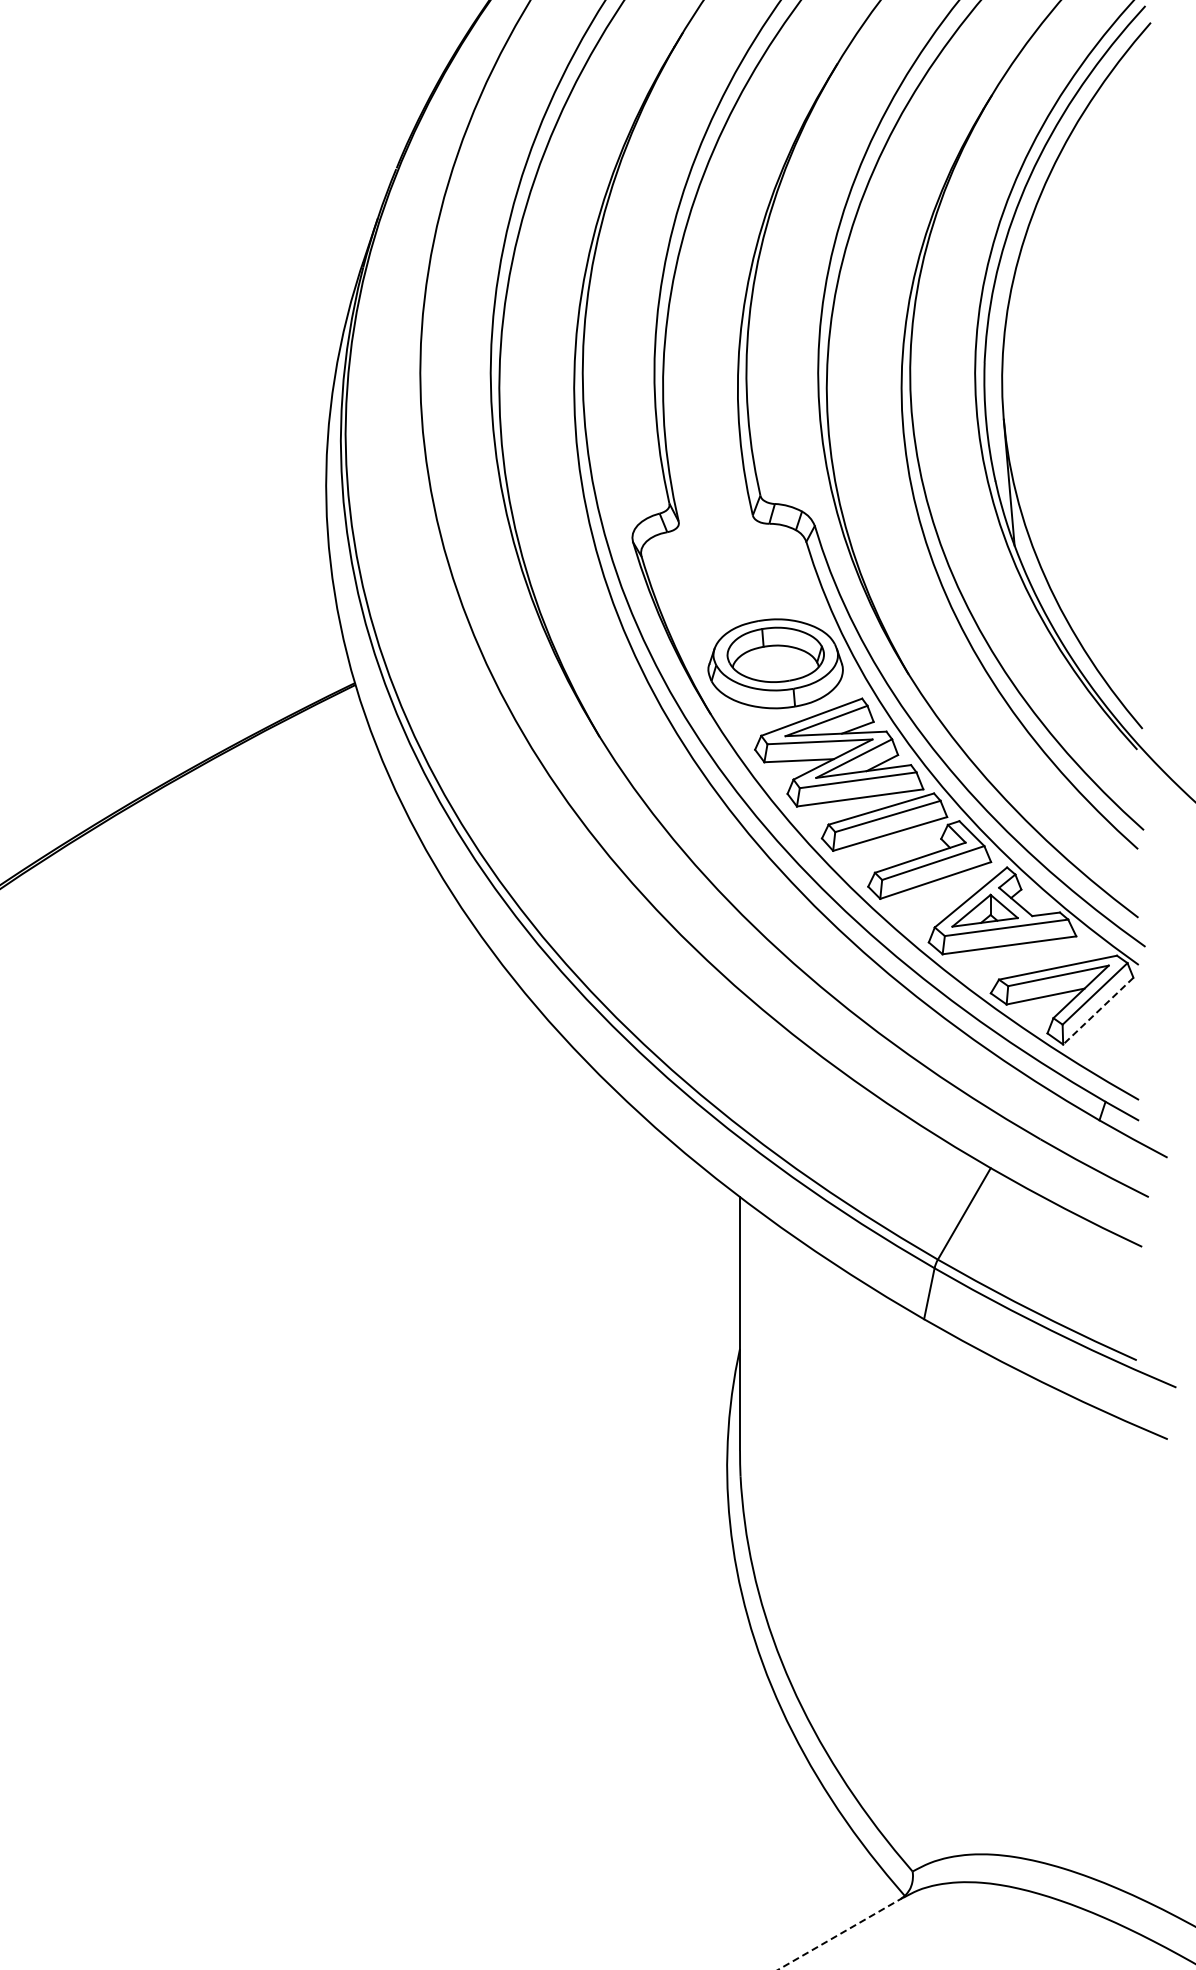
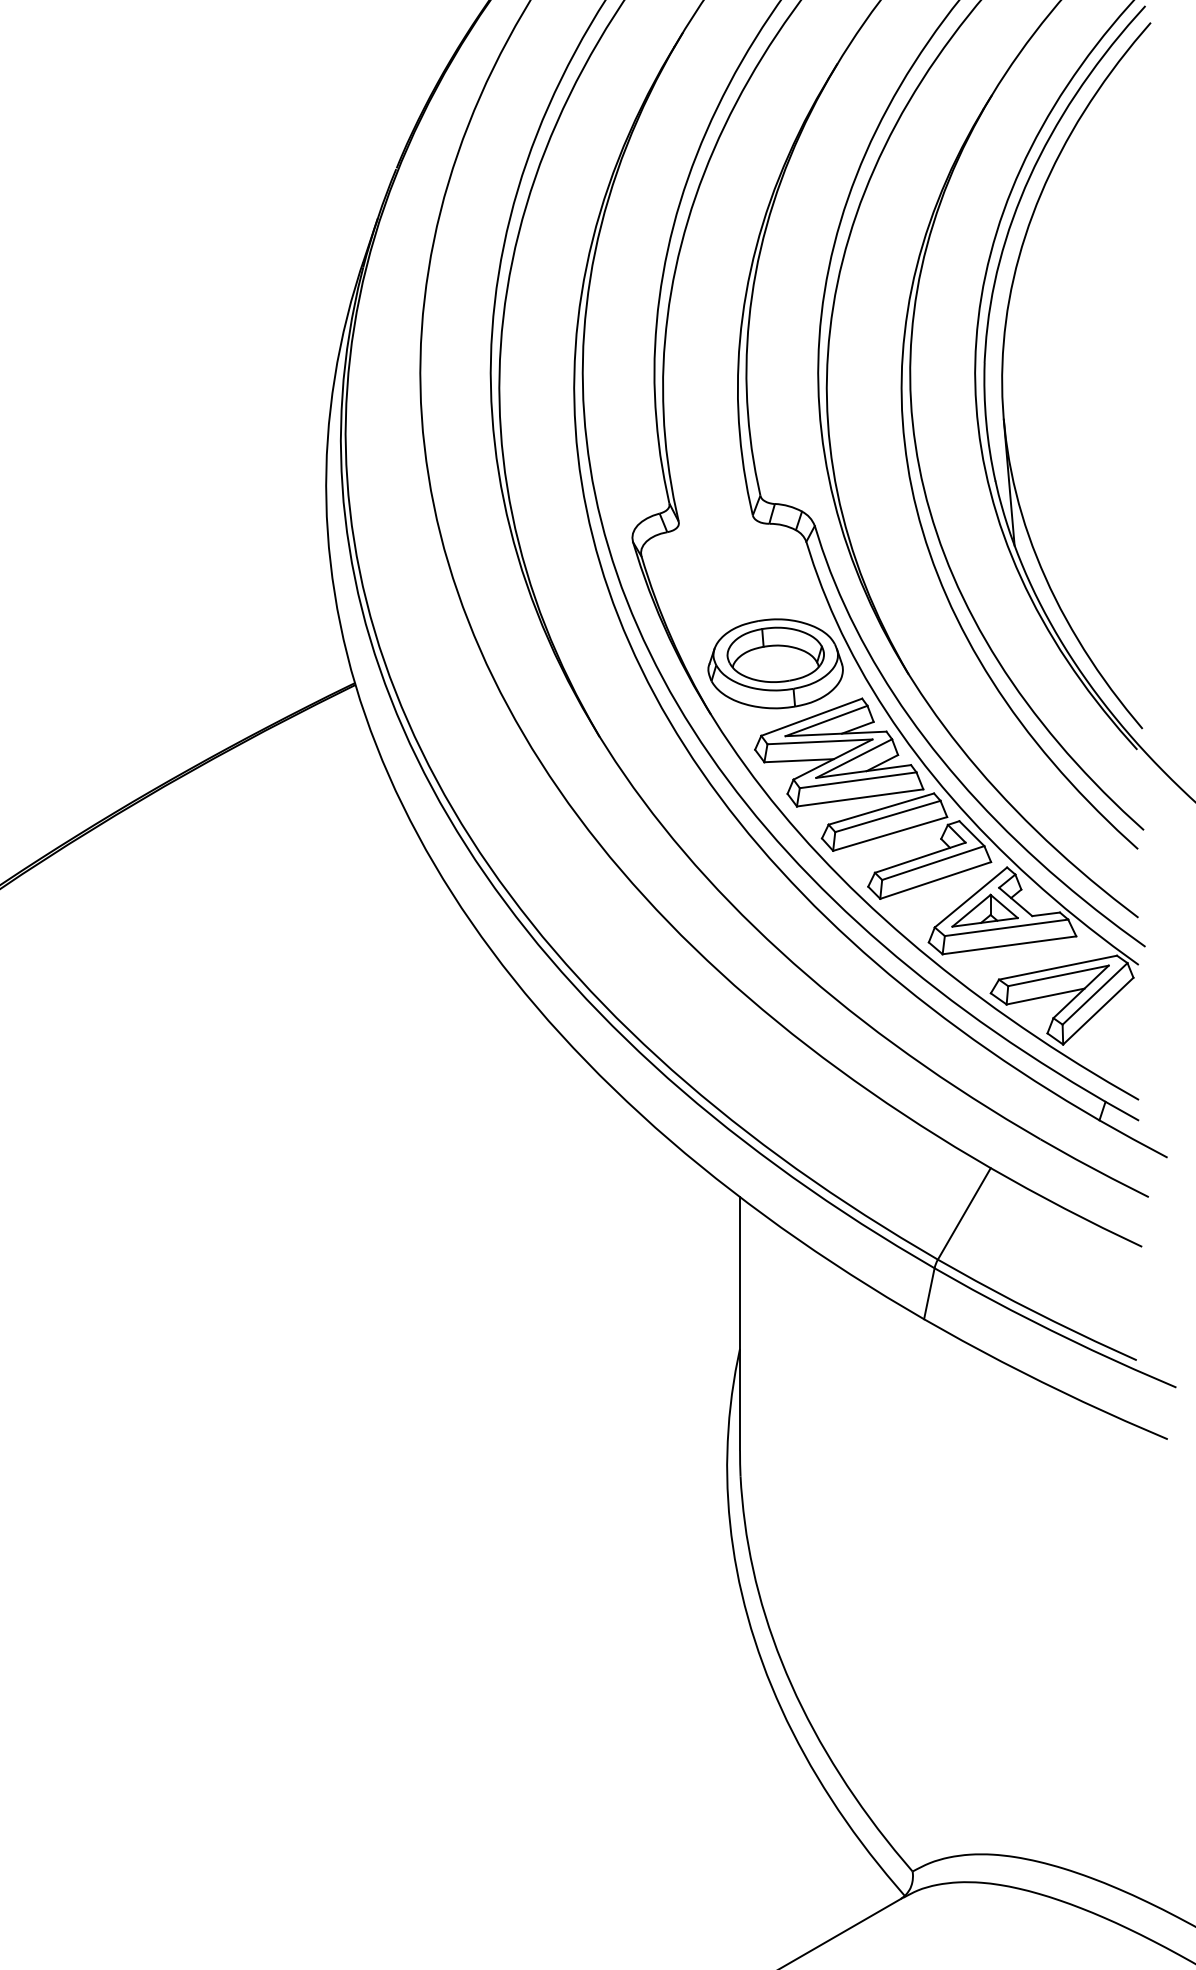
line at (1097, 1011): dashed -> solid
line at (840, 1933): dashed -> solid
